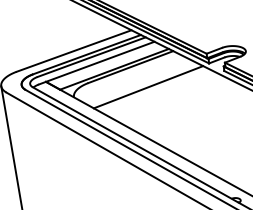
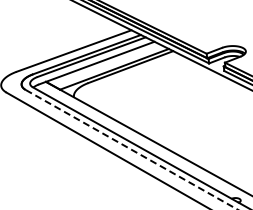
line at (148, 87): present -> none
line at (11, 148): present -> none
line at (131, 149): solid -> dashed
